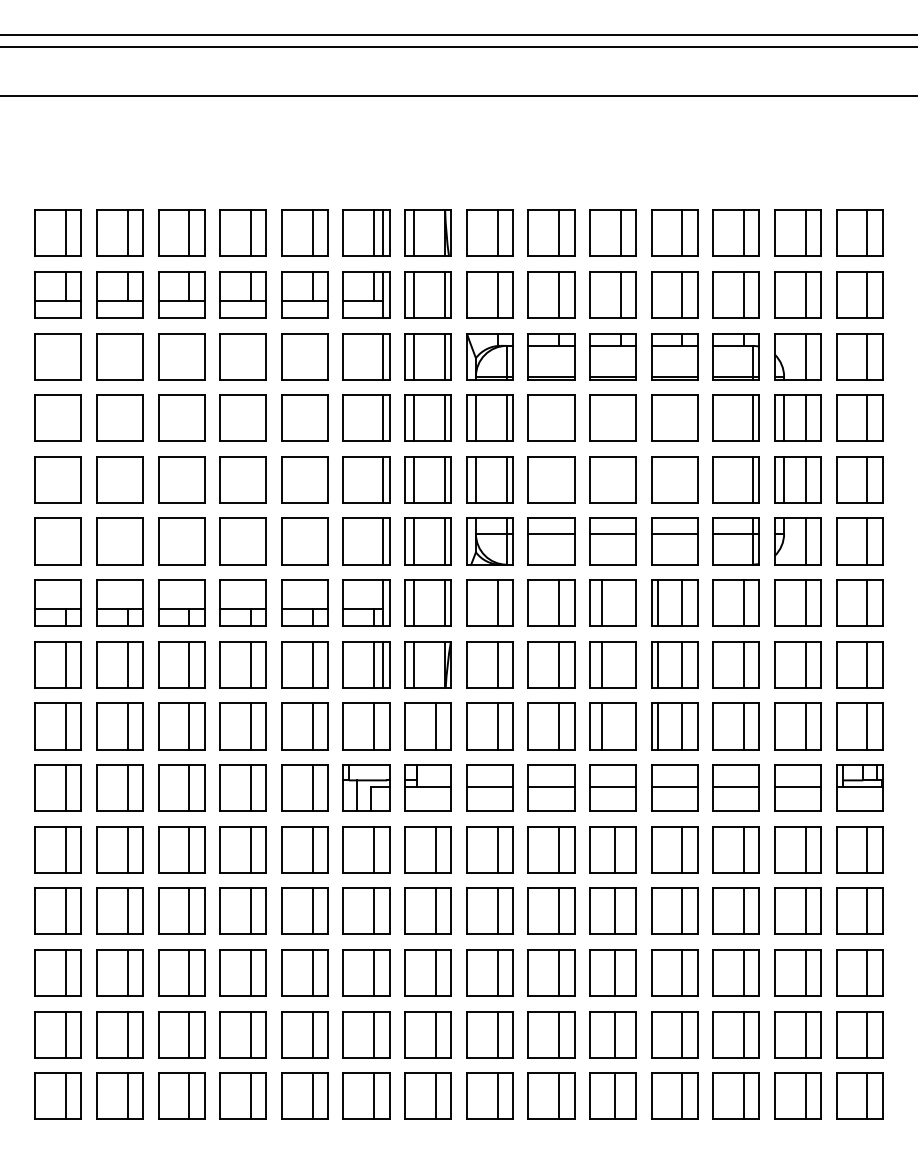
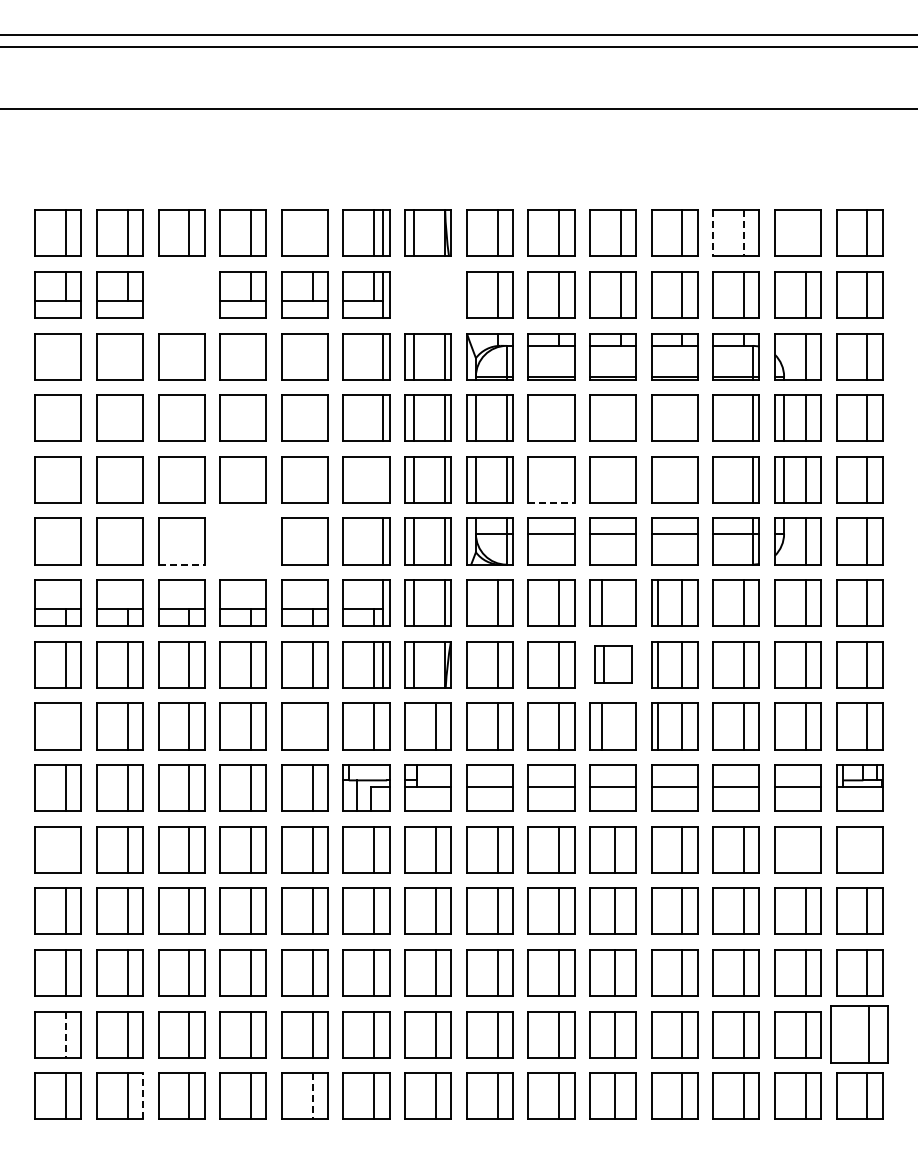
line at (458, 96) position: (458, 96) -> (458, 109)
line at (312, 233): present -> none
line at (713, 233): solid -> dashed
line at (744, 233): solid -> dashed
line at (805, 233): present -> none
part at (181, 294): present -> none
part at (427, 294): present -> none
line at (383, 479): present -> none
line at (551, 503): solid -> dashed
part at (242, 541): present -> none
line at (182, 564): solid -> dashed
part at (612, 664) size: 48x48 px -> 39x39 px
line at (66, 726): present -> none
line at (312, 726): present -> none
line at (66, 849): present -> none
line at (805, 849): present -> none
line at (867, 849): present -> none
part at (859, 1034) size: 48x48 px -> 59x59 px
line at (66, 1035): solid -> dashed
line at (143, 1095): solid -> dashed
line at (312, 1096): solid -> dashed
